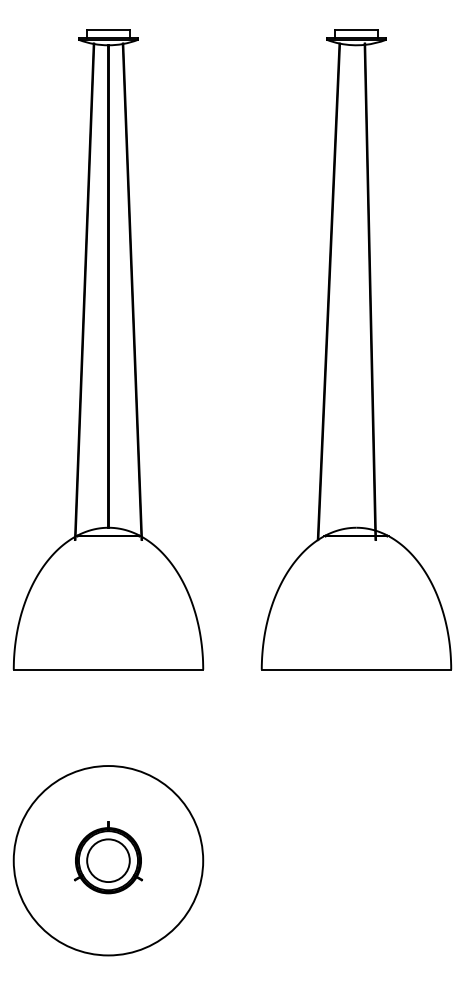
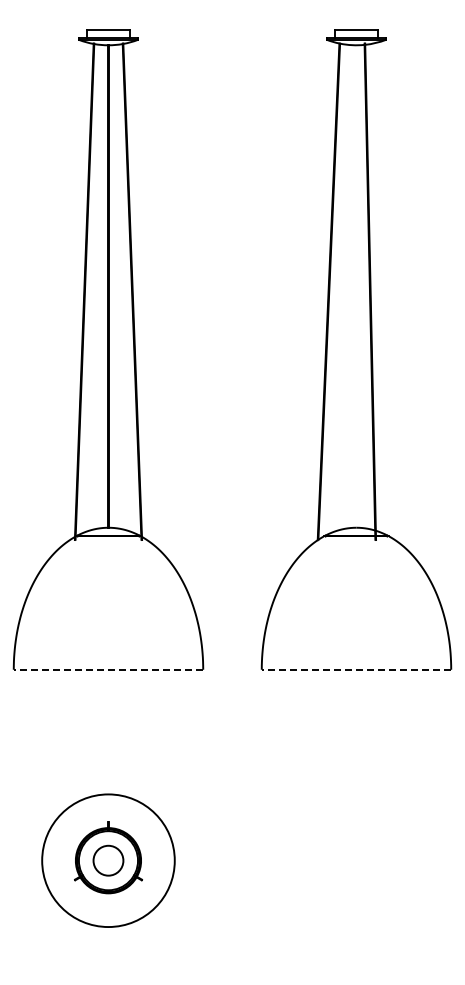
line at (108, 669): solid -> dashed
line at (356, 669): solid -> dashed
circle at (108, 860) diameter: 189 px -> 133 px
circle at (108, 860) diameter: 43 px -> 30 px
